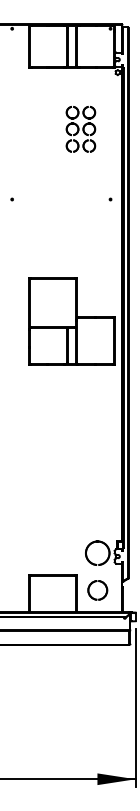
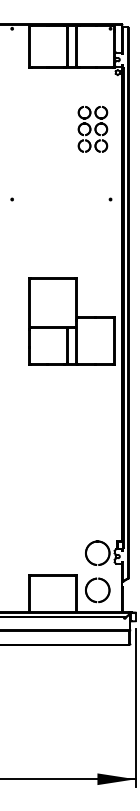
part at (80, 129) position: (80, 129) -> (92, 129)
part at (97, 590) size: 22x21 px -> 26x27 px
